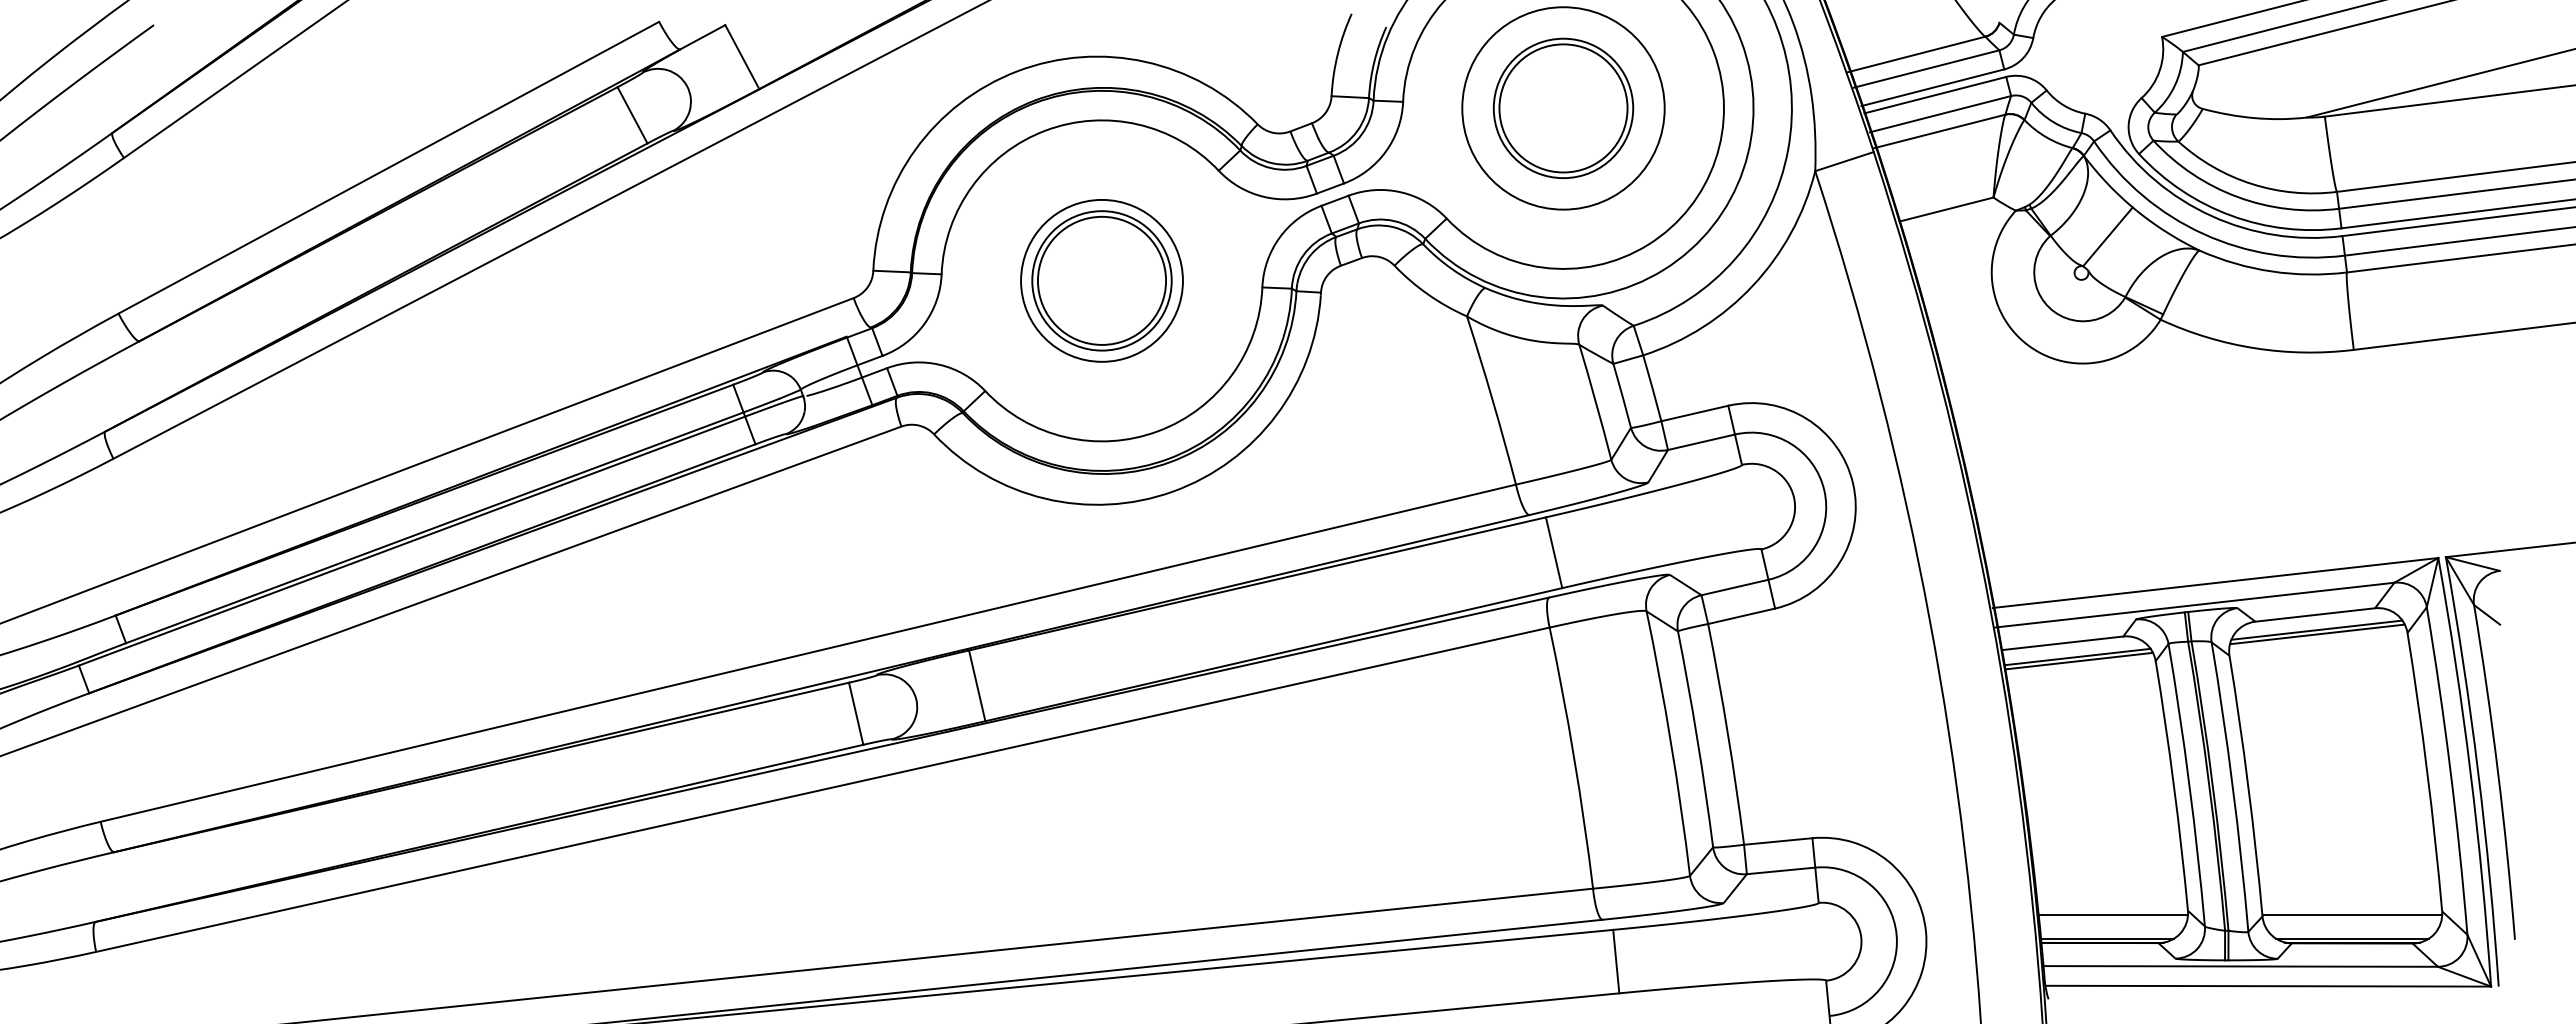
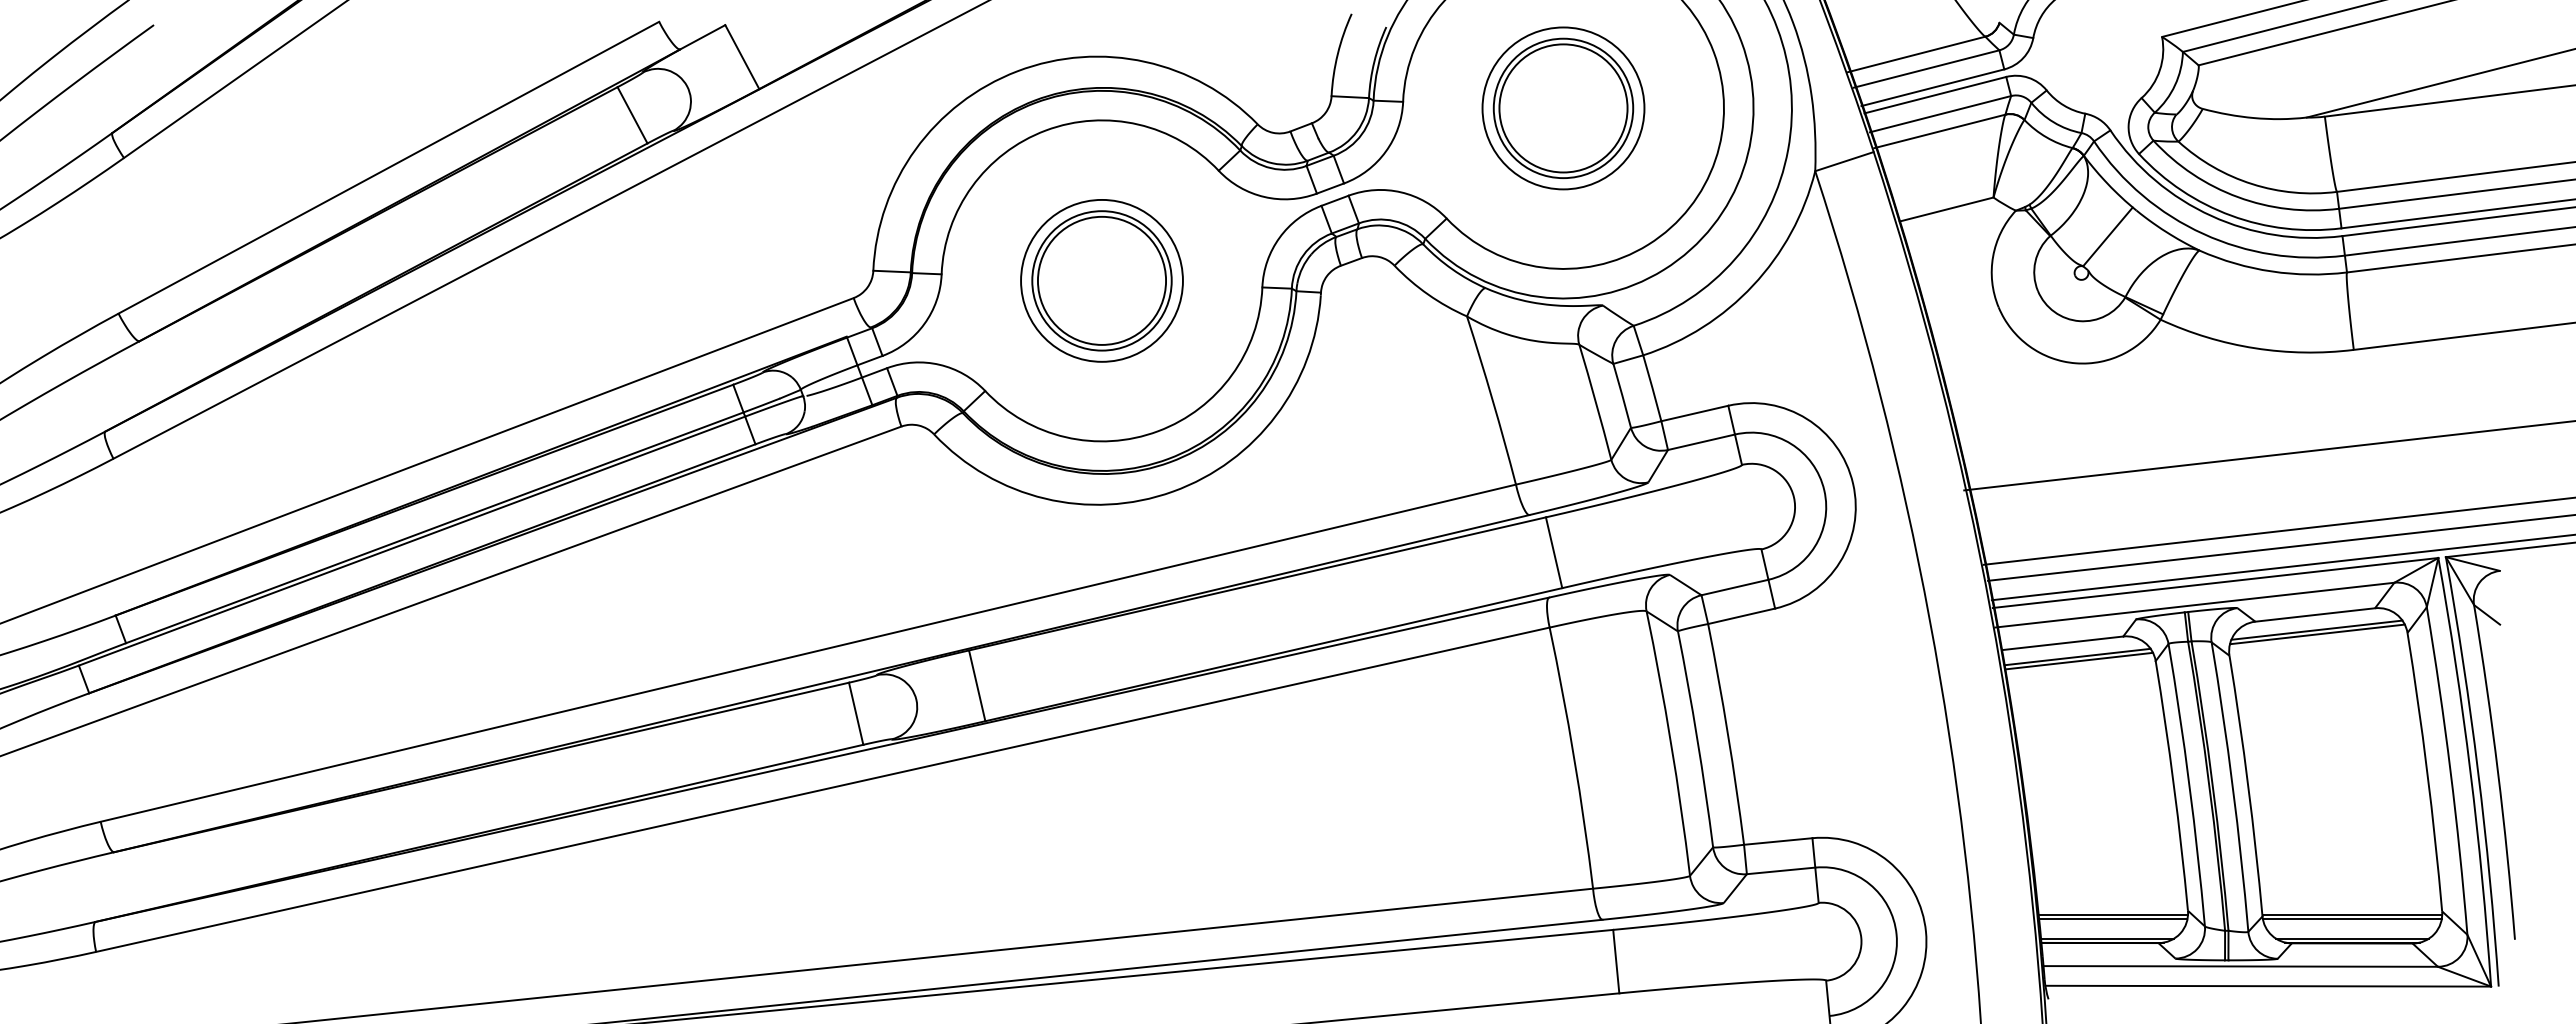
circle at (1563, 108) diameter: 202 px -> 162 px
line at (2268, 455): none -> present
line at (2277, 531): none -> present
line at (2280, 547): none -> present
line at (2281, 567): none -> present
line at (2112, 919): none -> present
line at (2352, 919): none -> present
